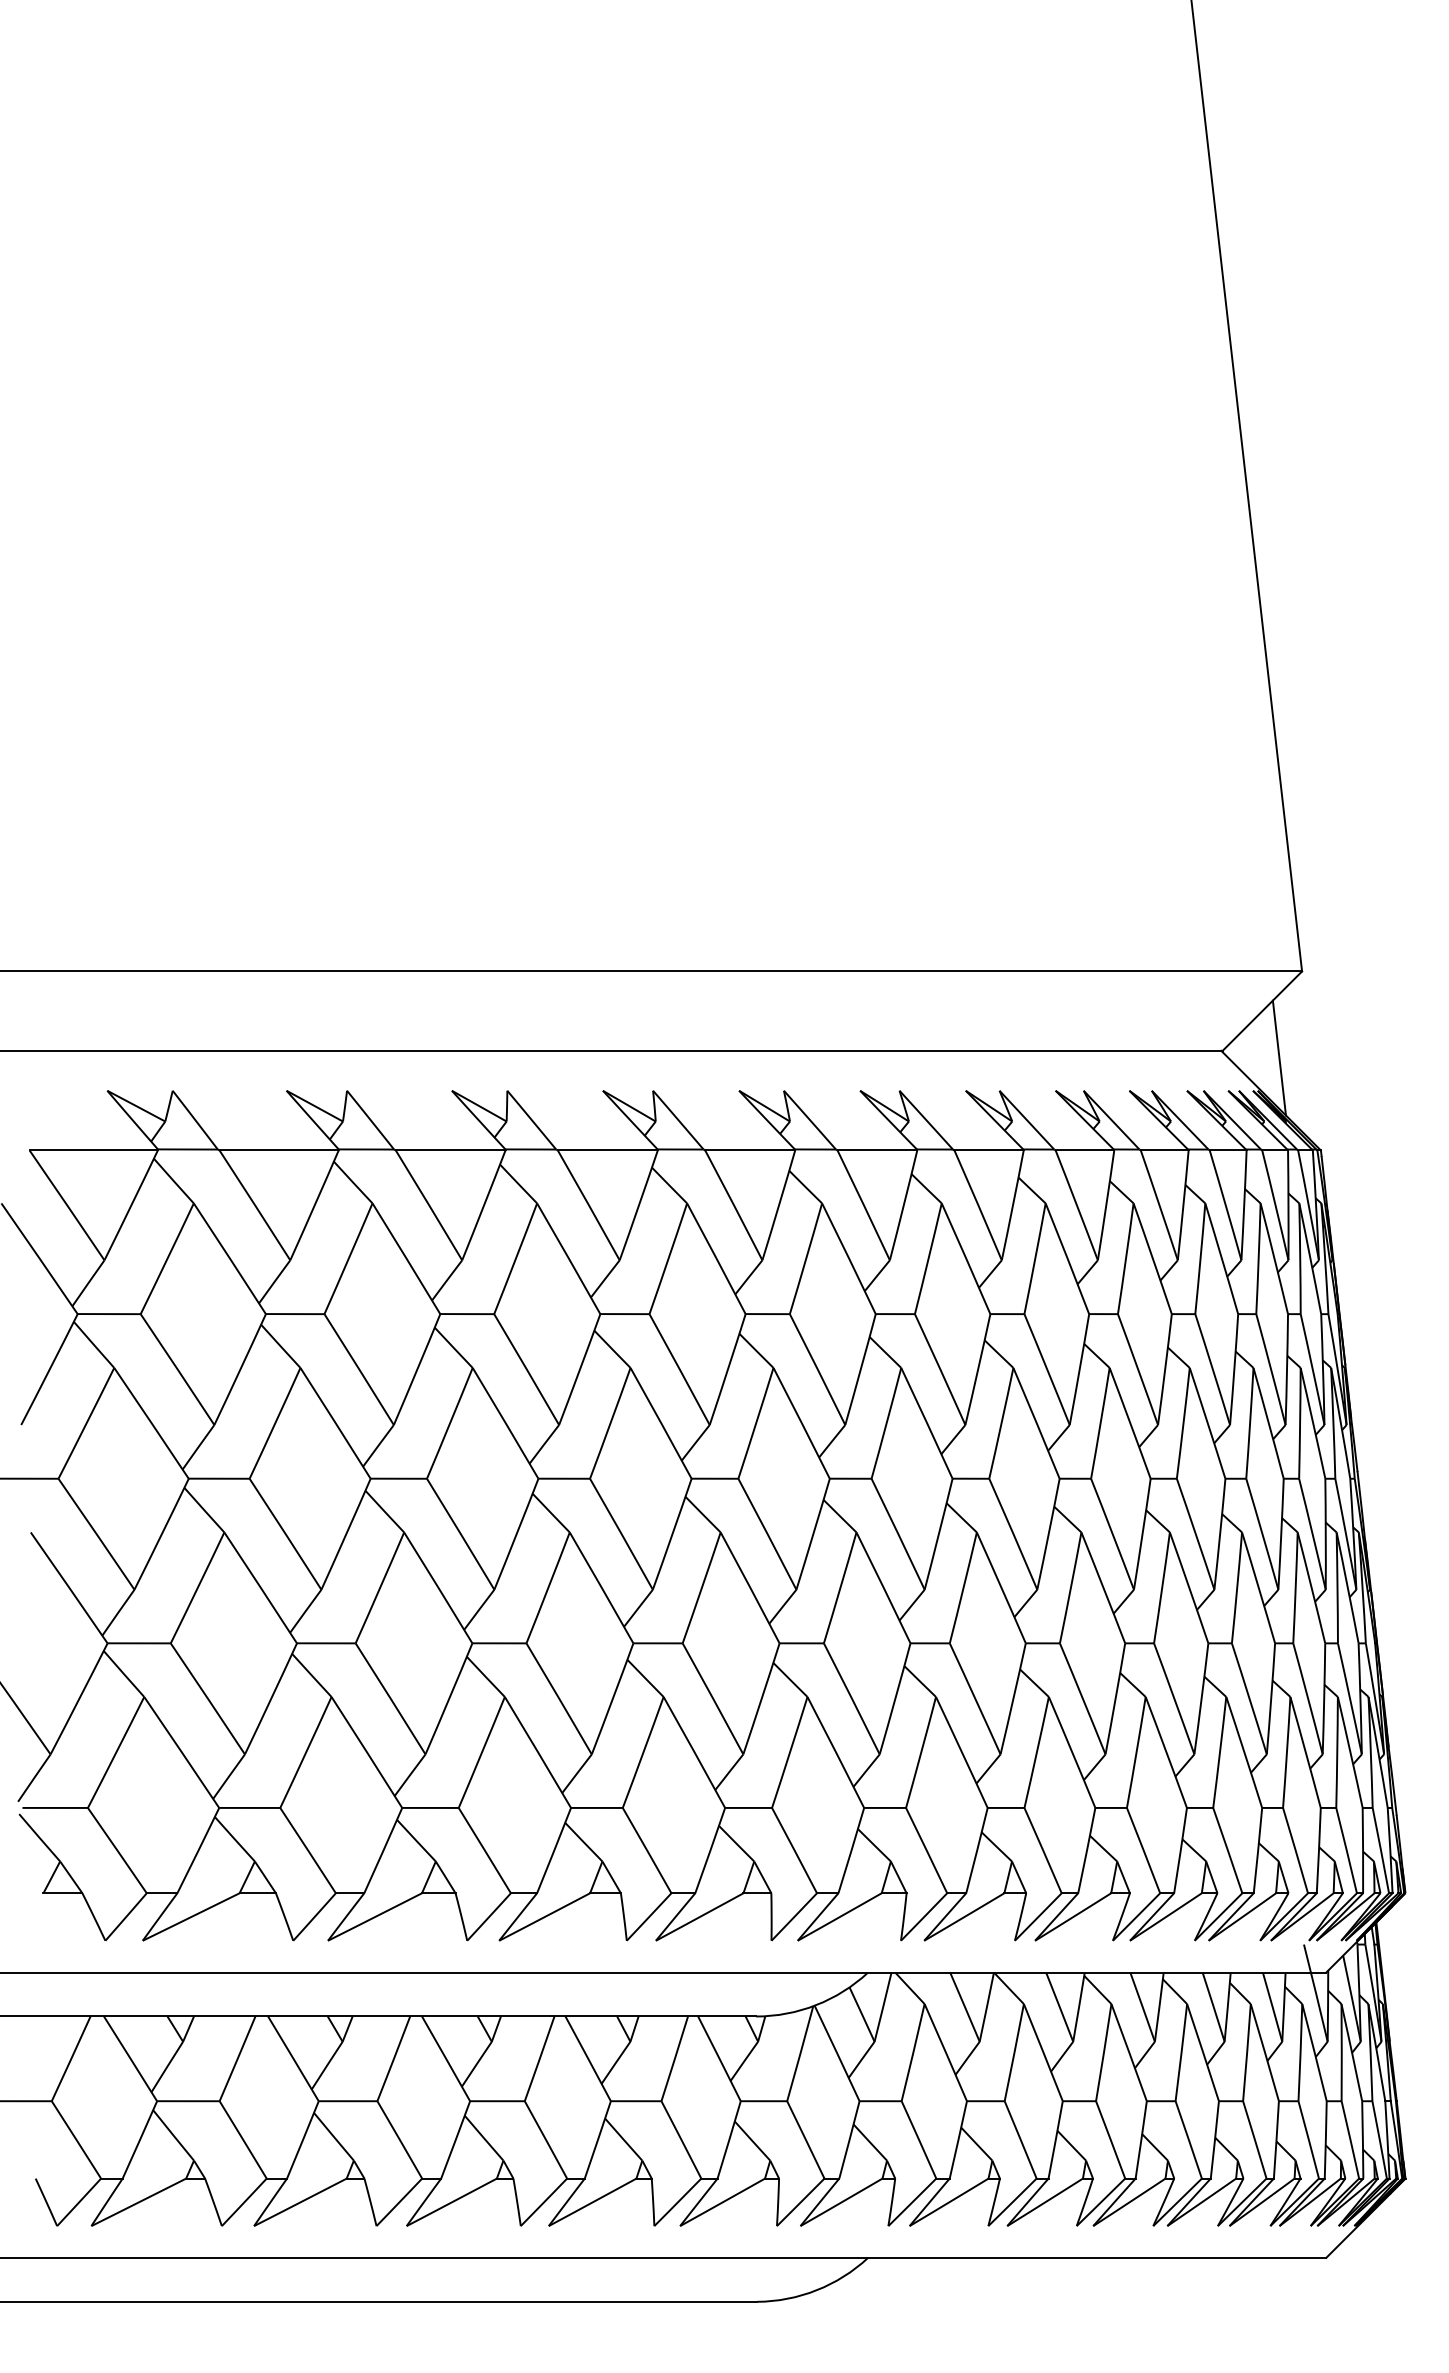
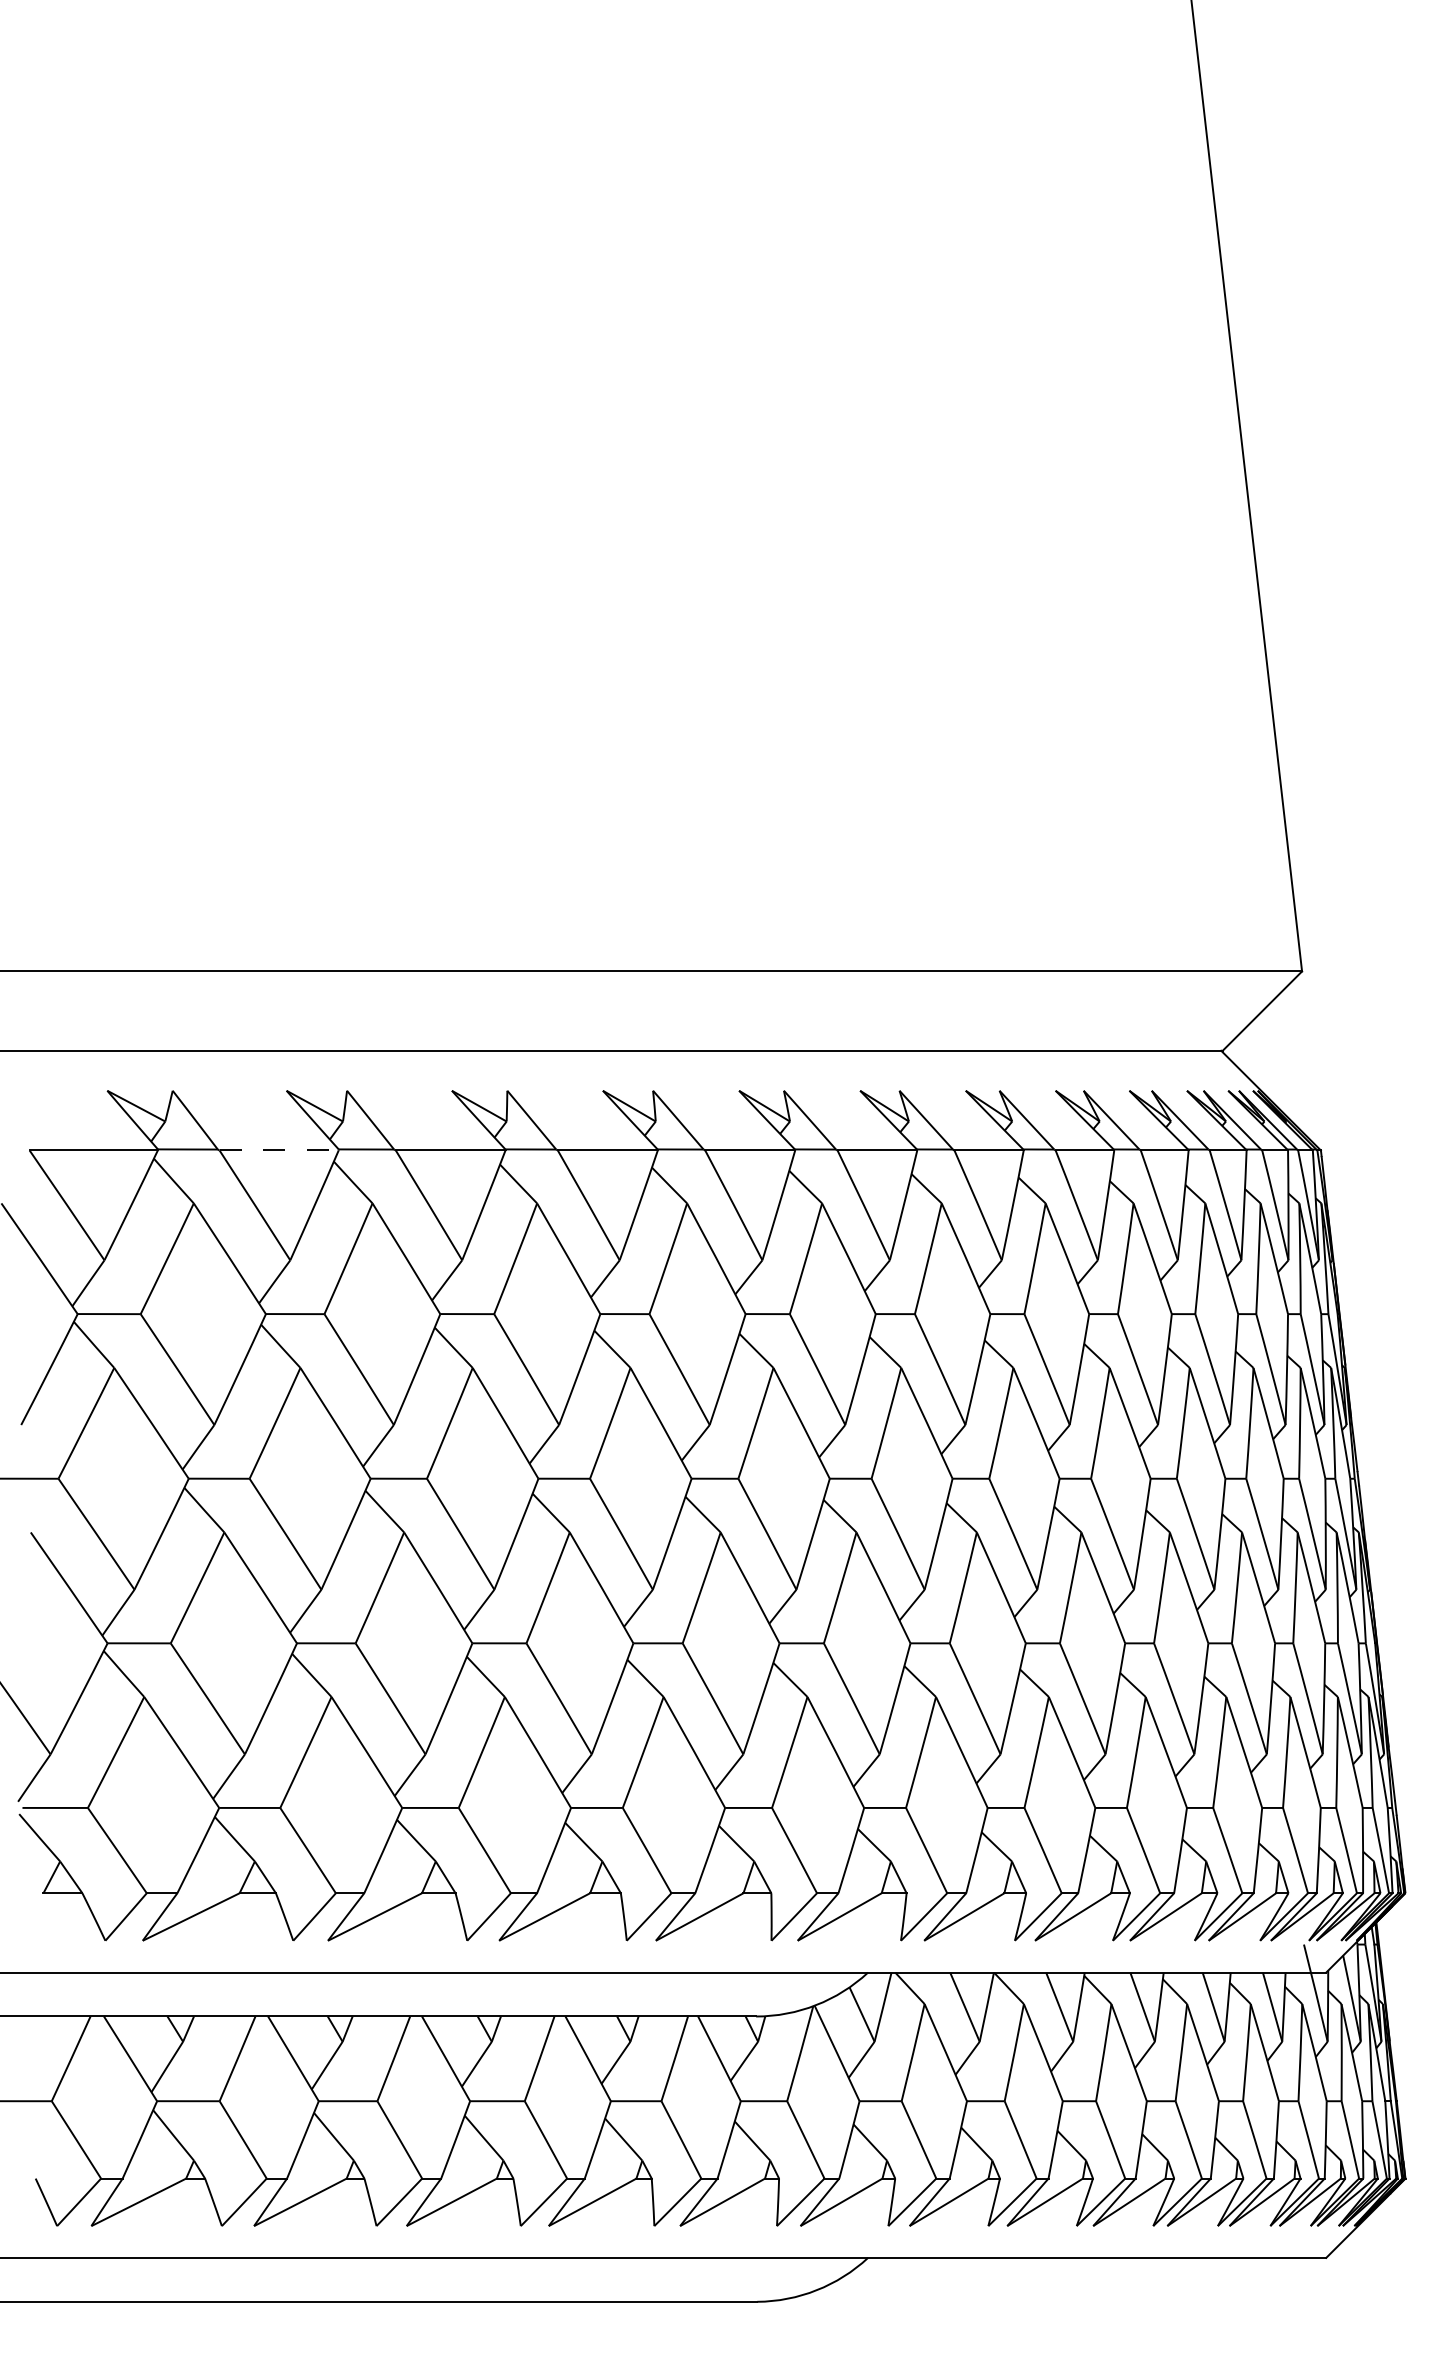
line at (1278, 1057): present -> none
line at (279, 1150): solid -> dashed
